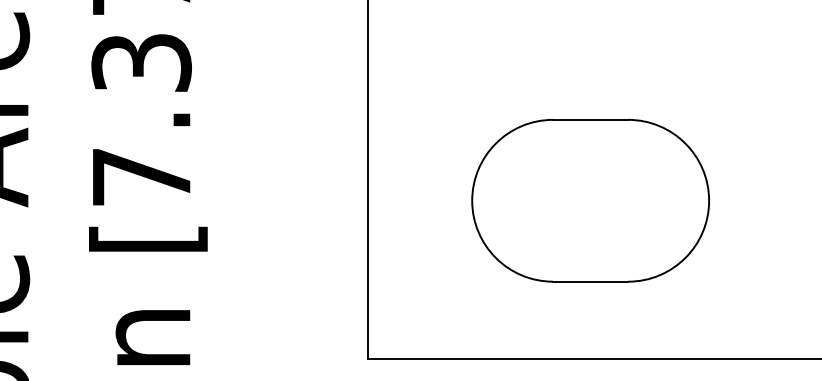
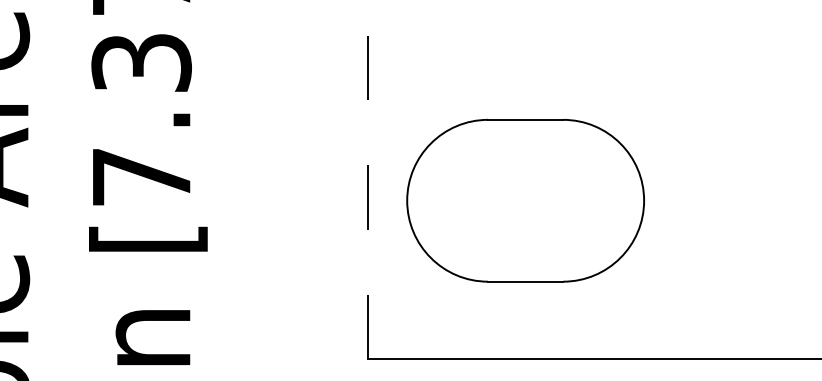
line at (367, 179): solid -> dashed
part at (590, 200) position: (590, 200) -> (525, 200)
